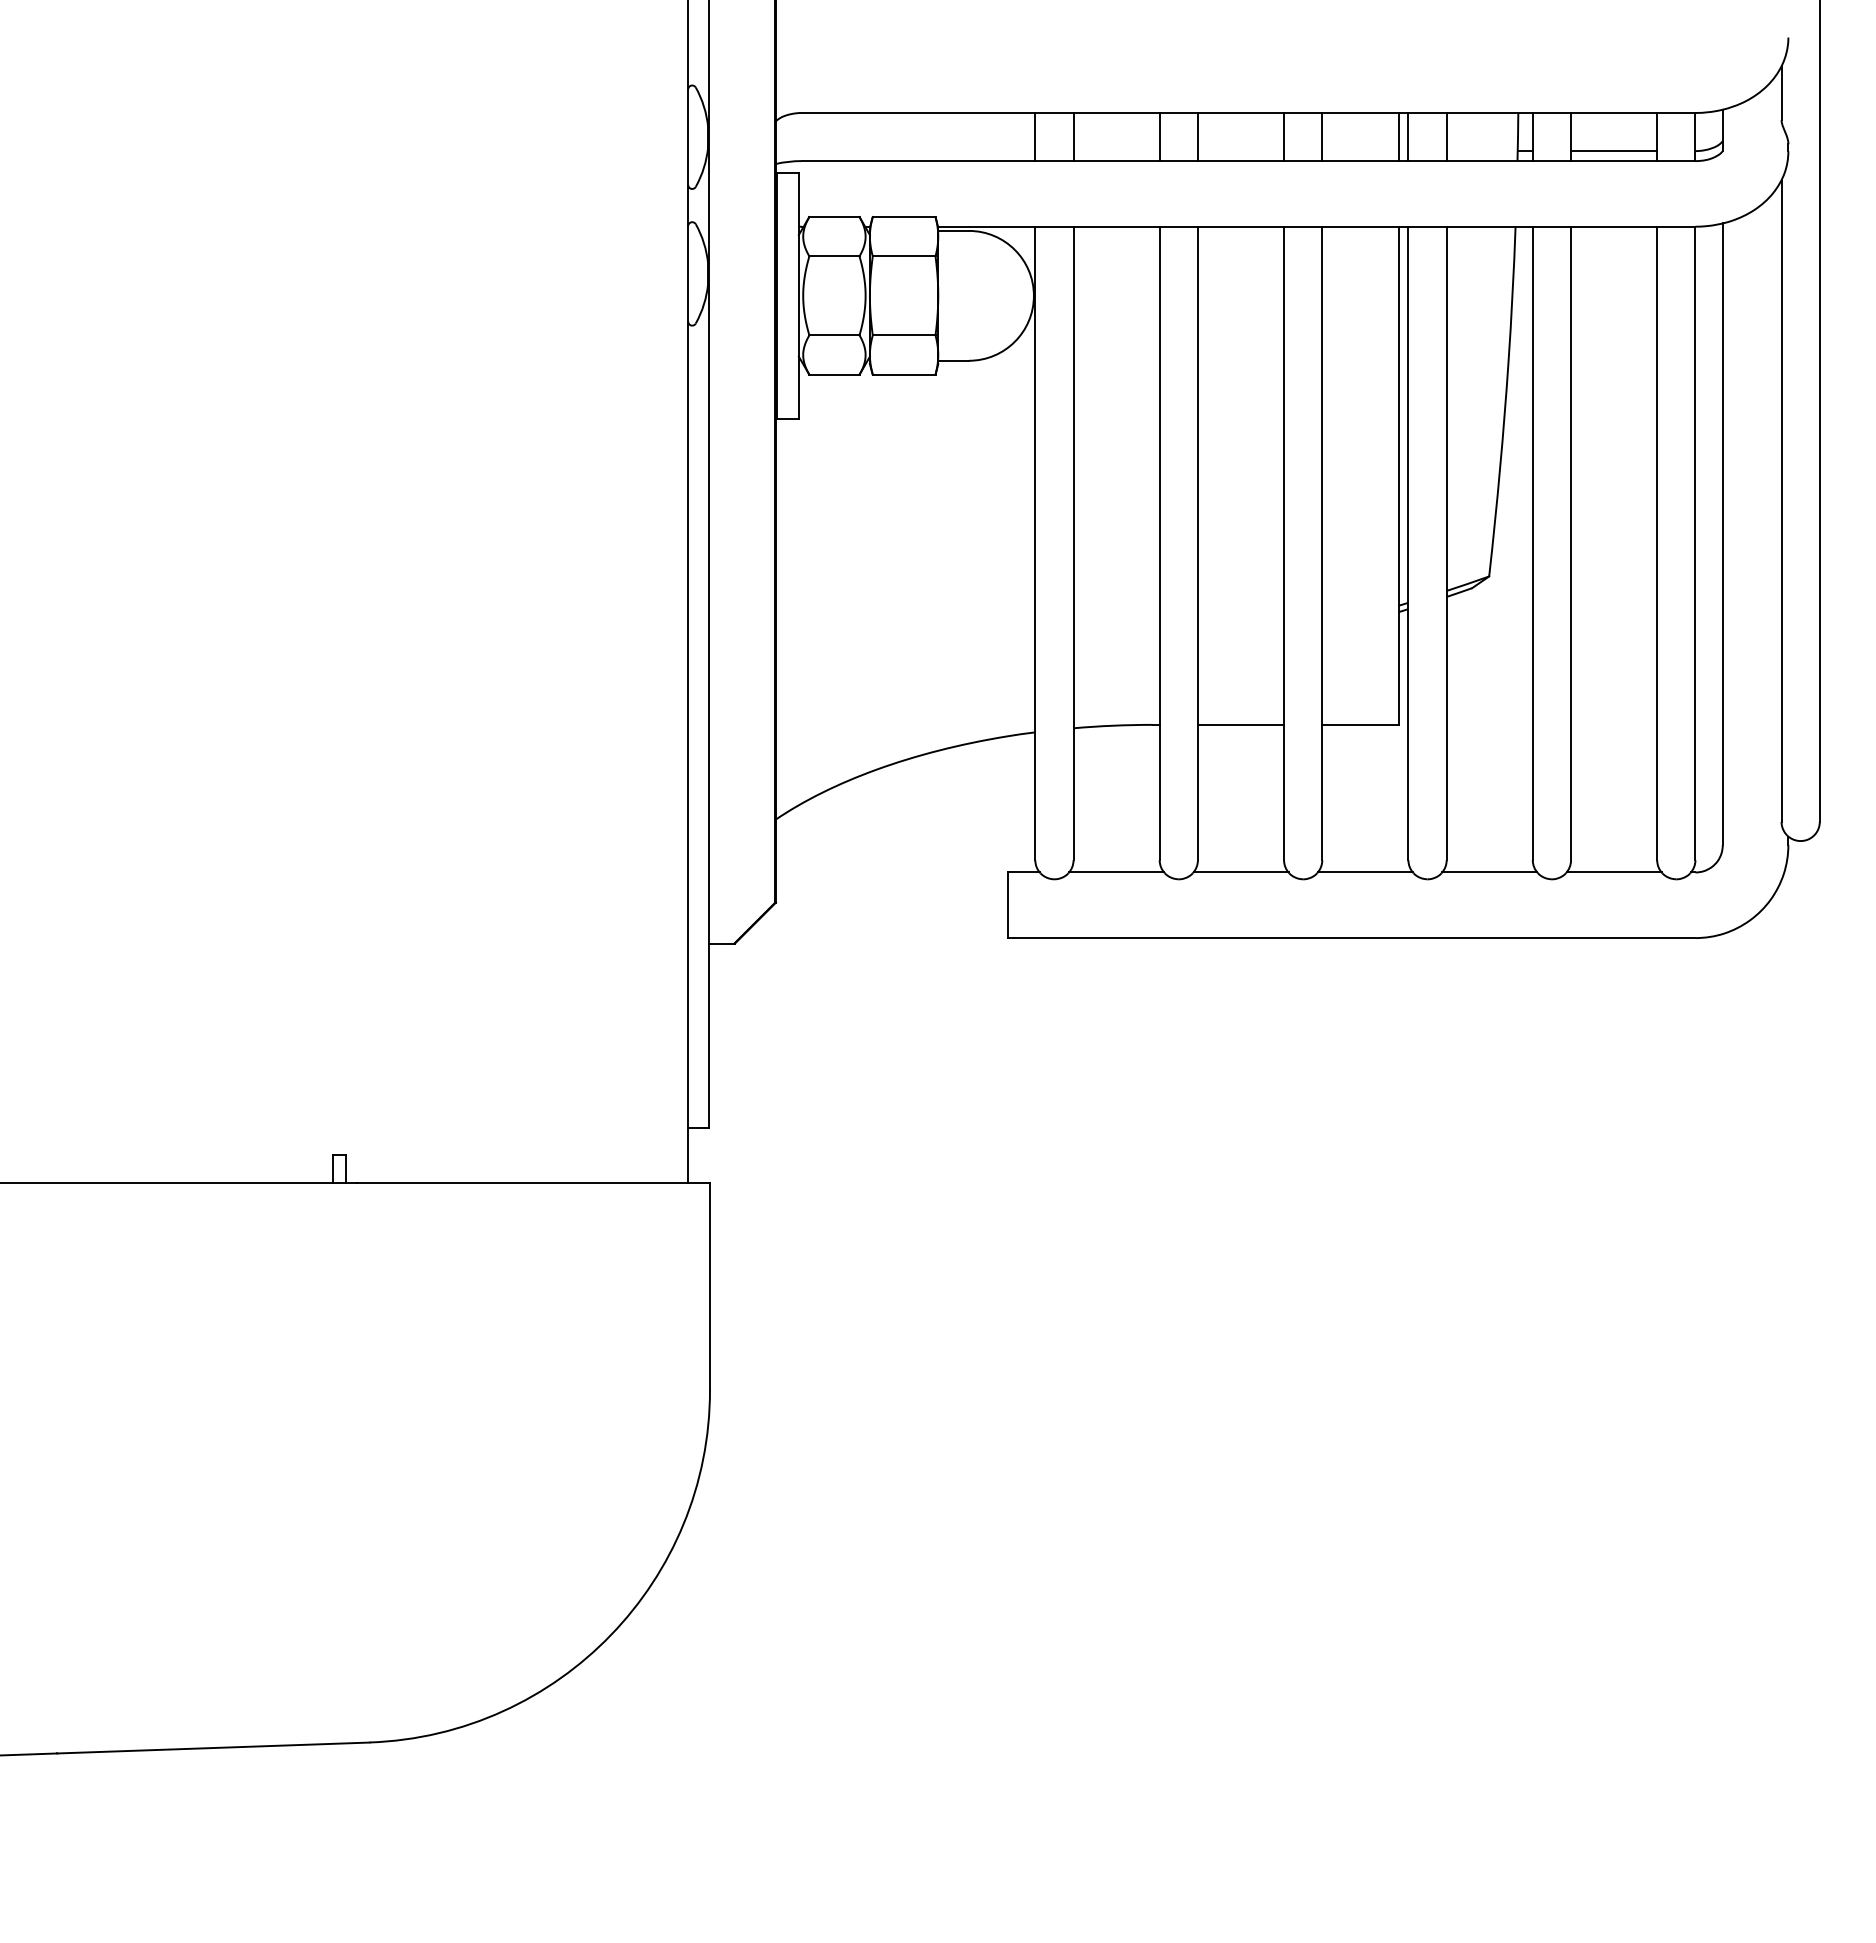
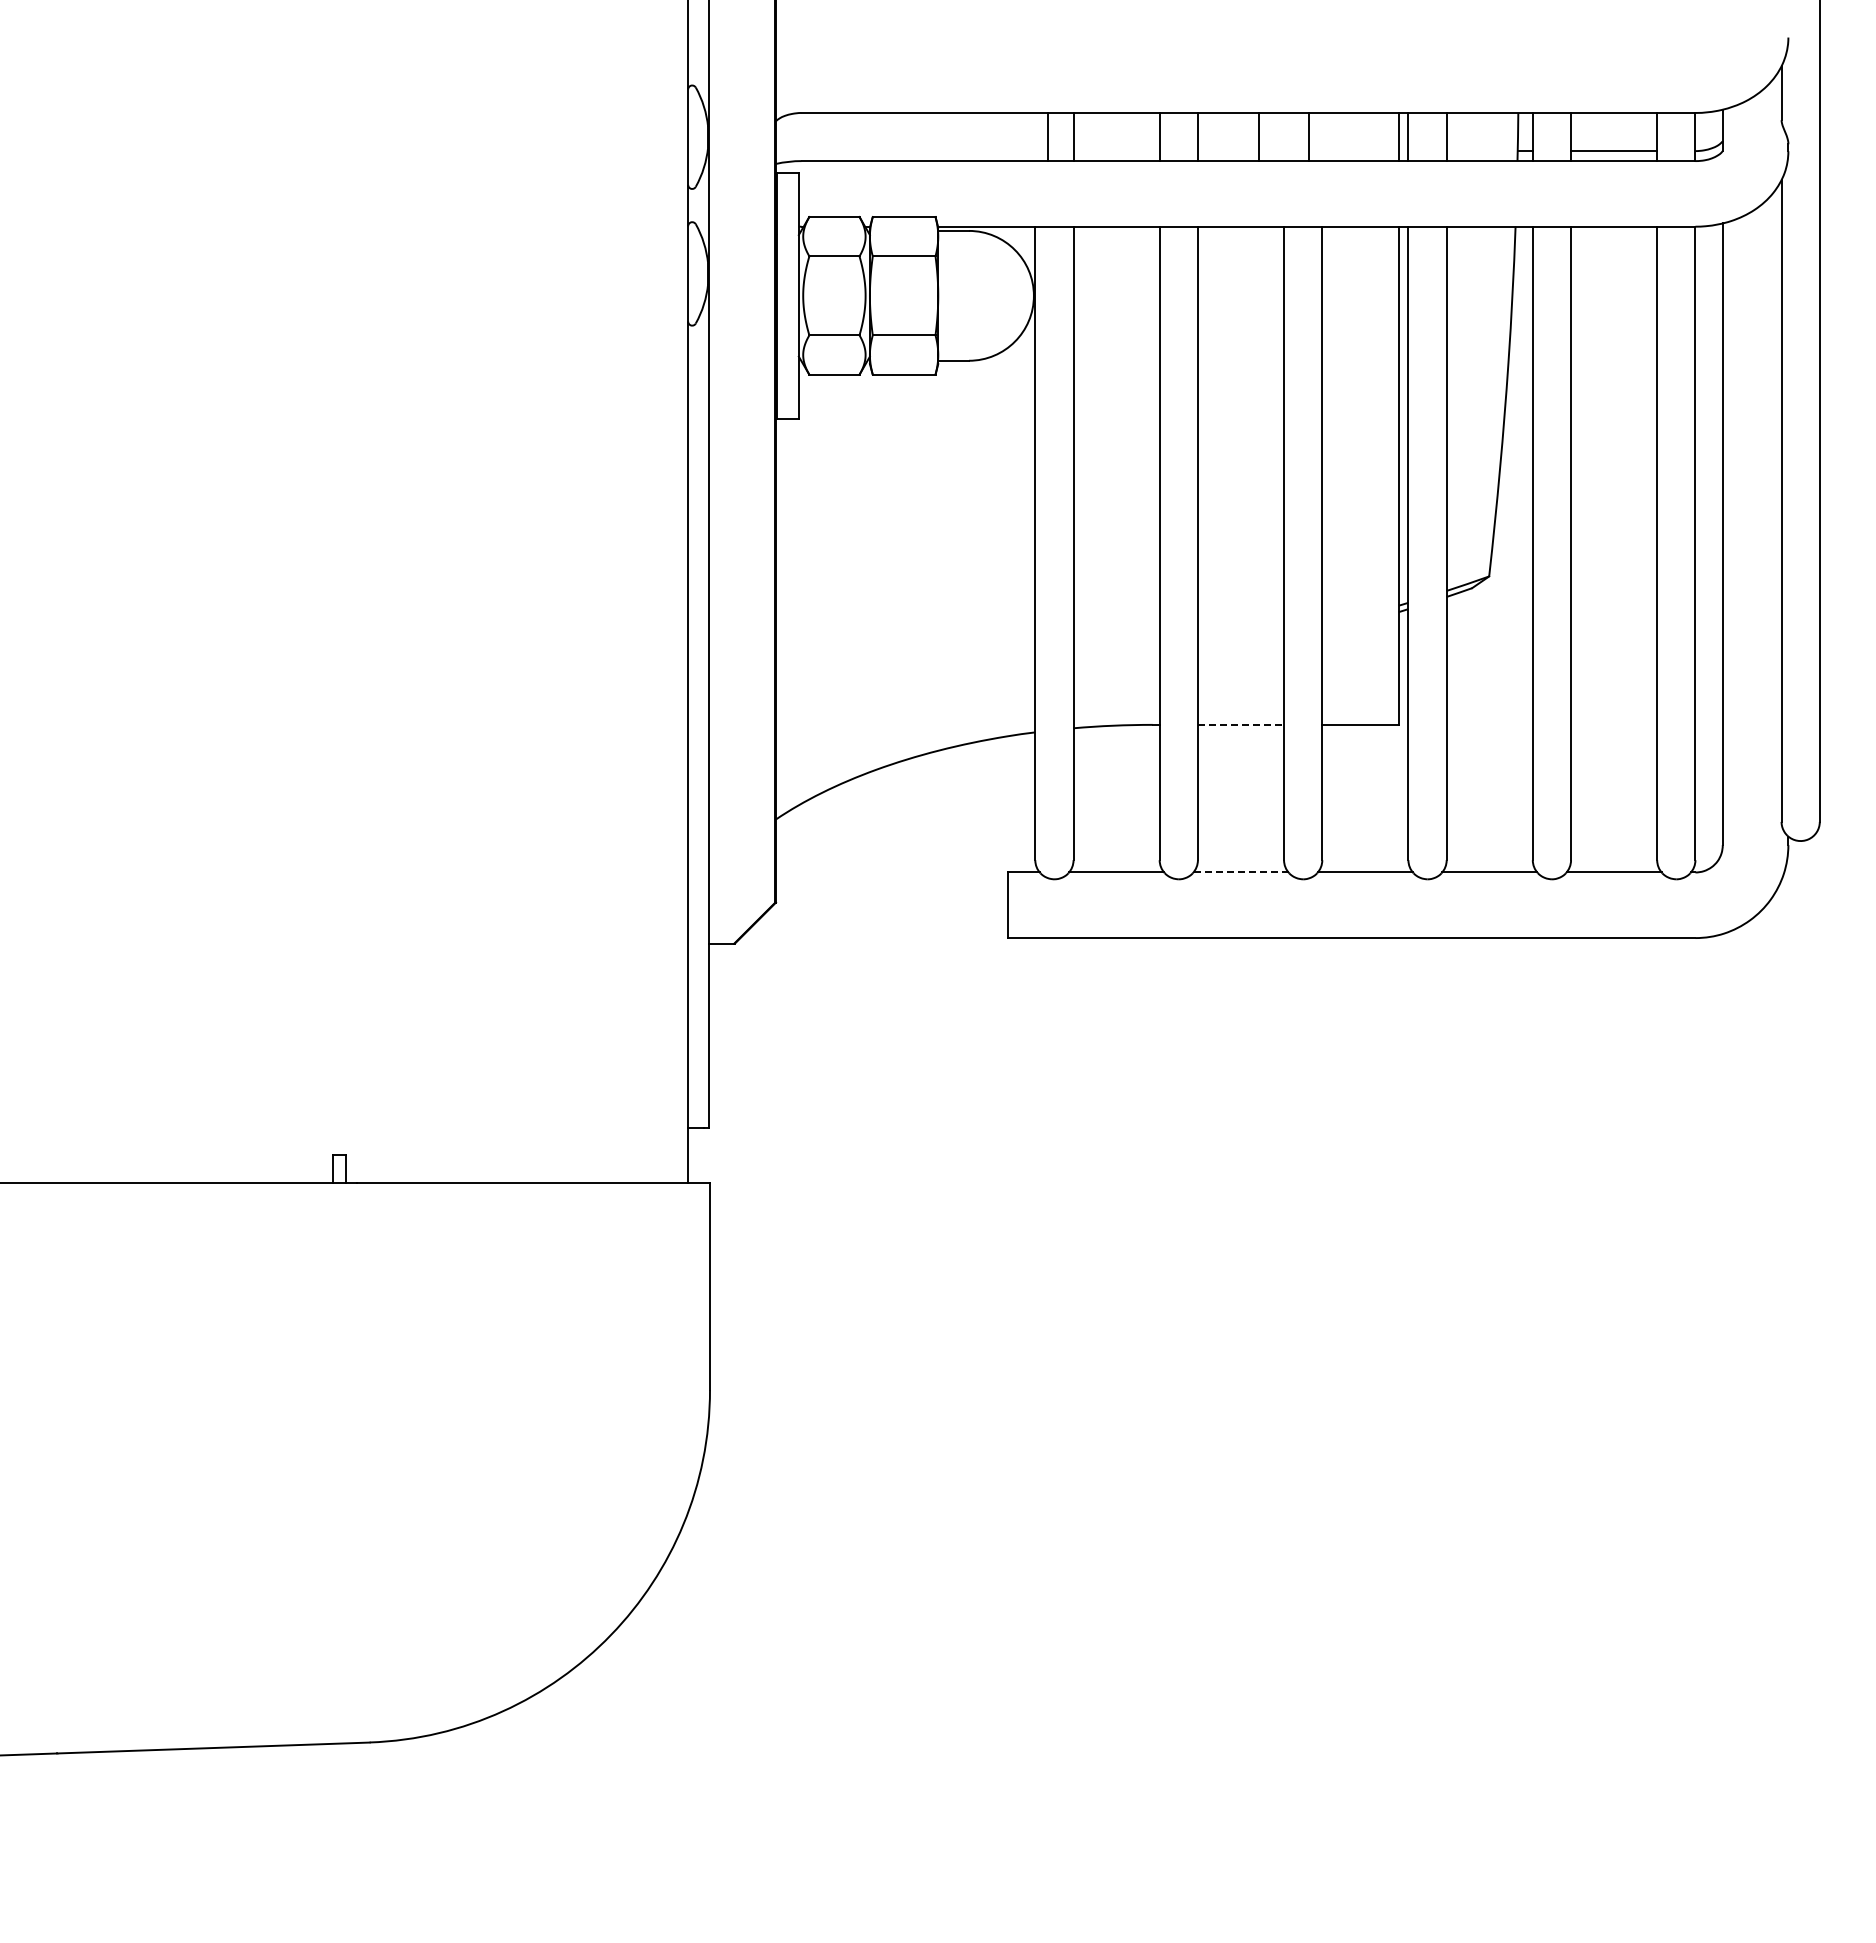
line at (1035, 136) position: (1035, 136) -> (1048, 136)
line at (1284, 136) position: (1284, 136) -> (1259, 136)
line at (1322, 136) position: (1322, 136) -> (1309, 136)
line at (1241, 724): solid -> dashed
line at (1241, 872): solid -> dashed
